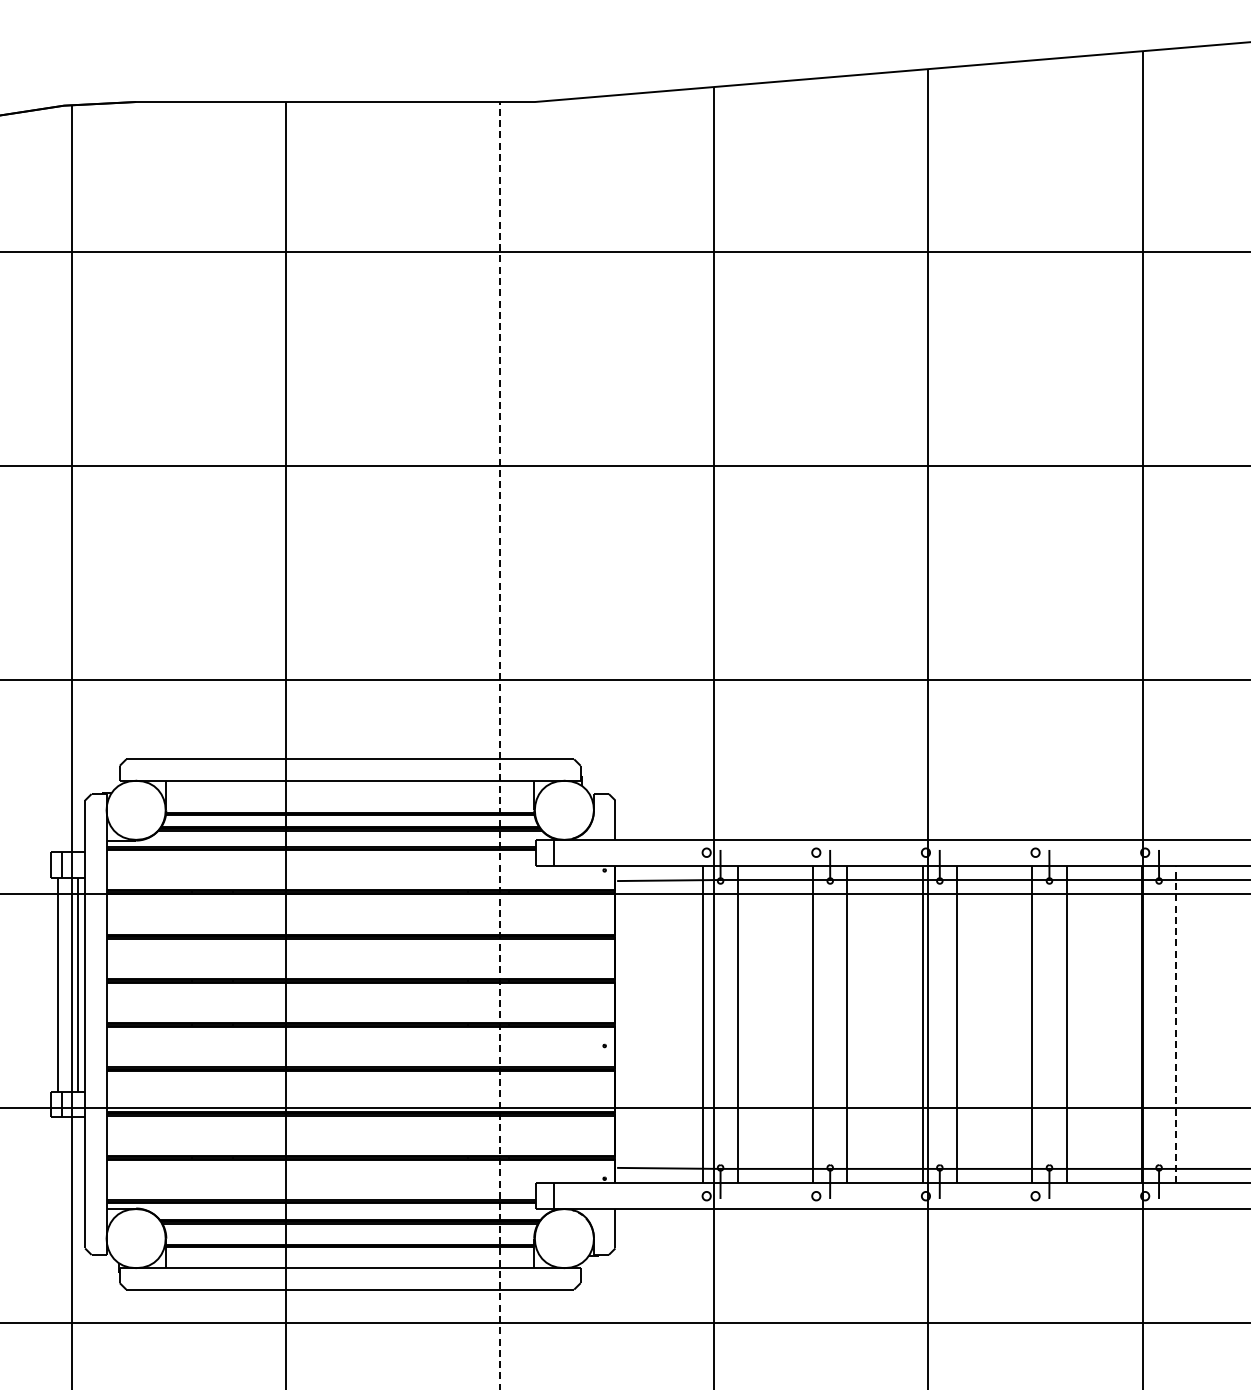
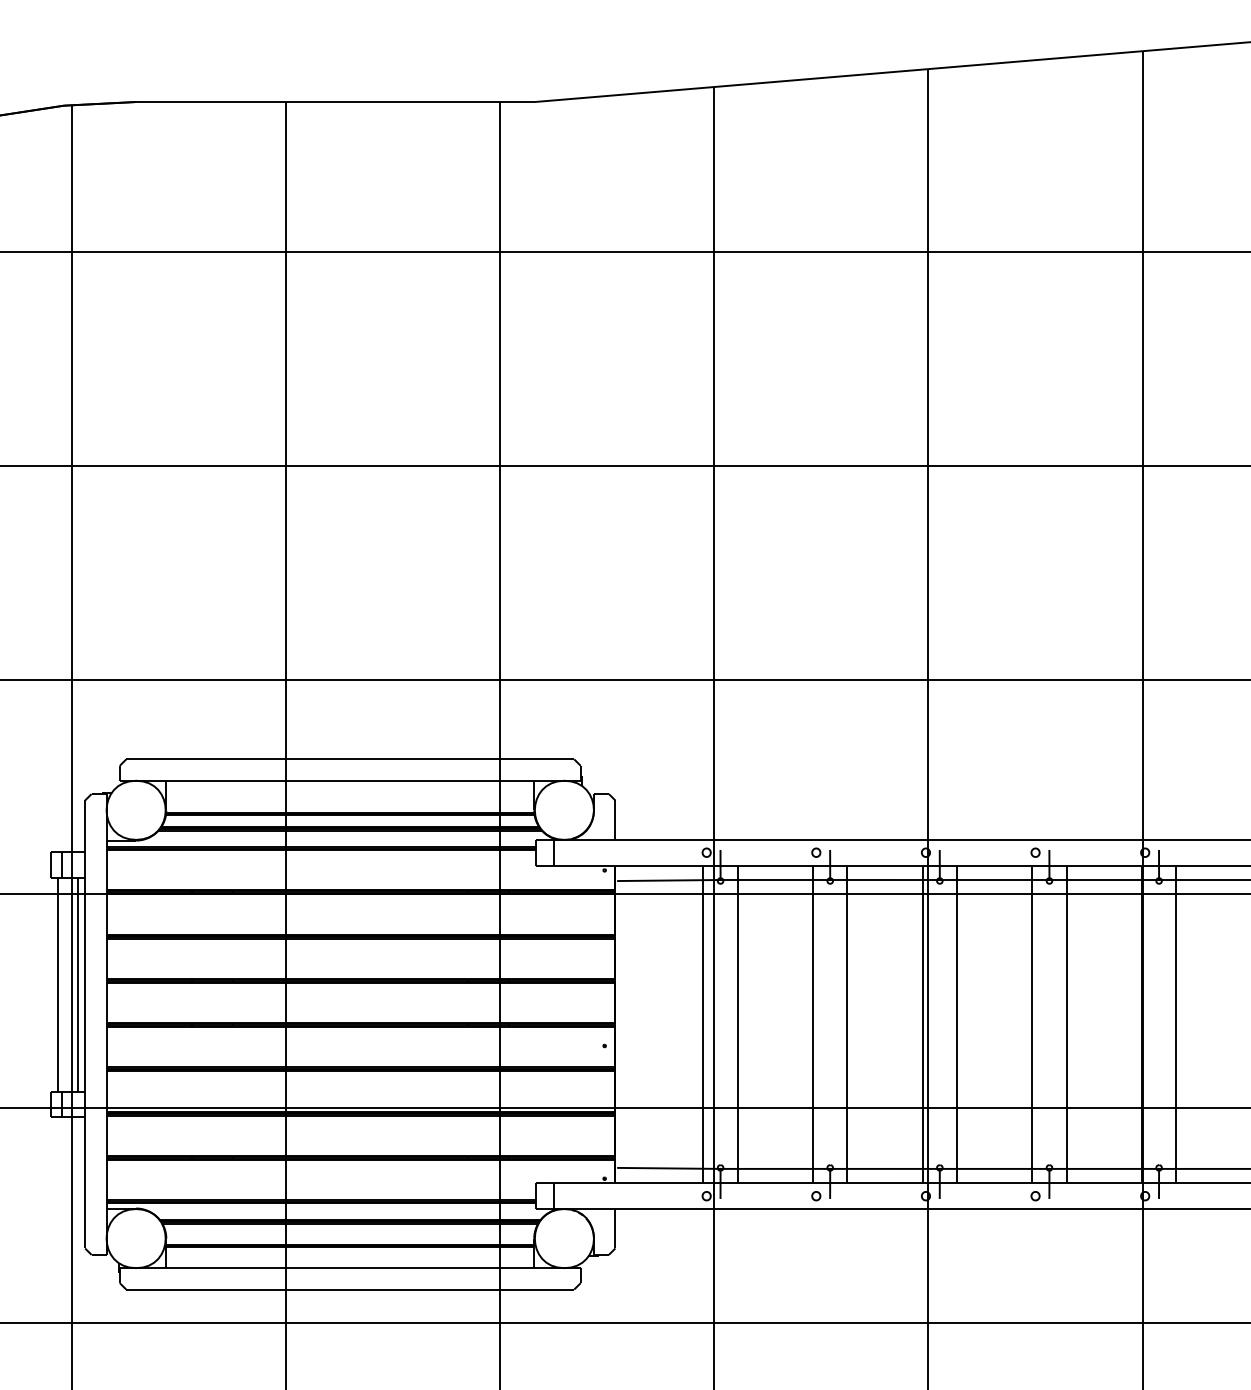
line at (500, 745): dashed -> solid
line at (1176, 1024): dashed -> solid
